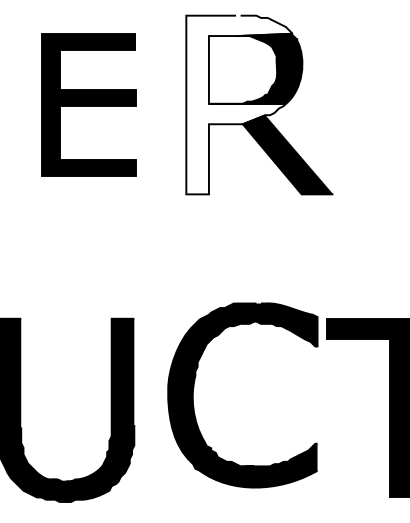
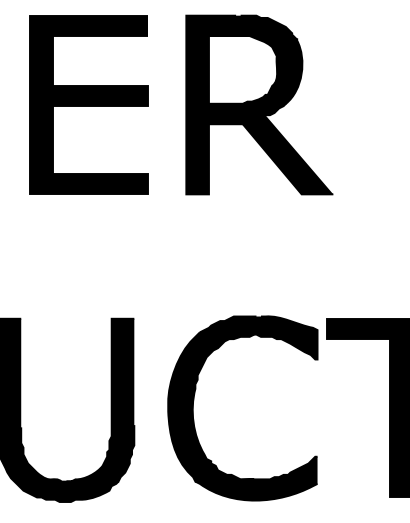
part at (88, 104) size: 96x144 px -> 120x180 px
fill at (239, 104): none -> present
part at (194, 387) position: (194, 387) -> (194, 400)
